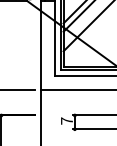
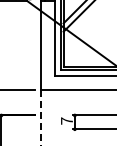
line at (87, 26): present -> none
line at (40, 117): solid -> dashed
